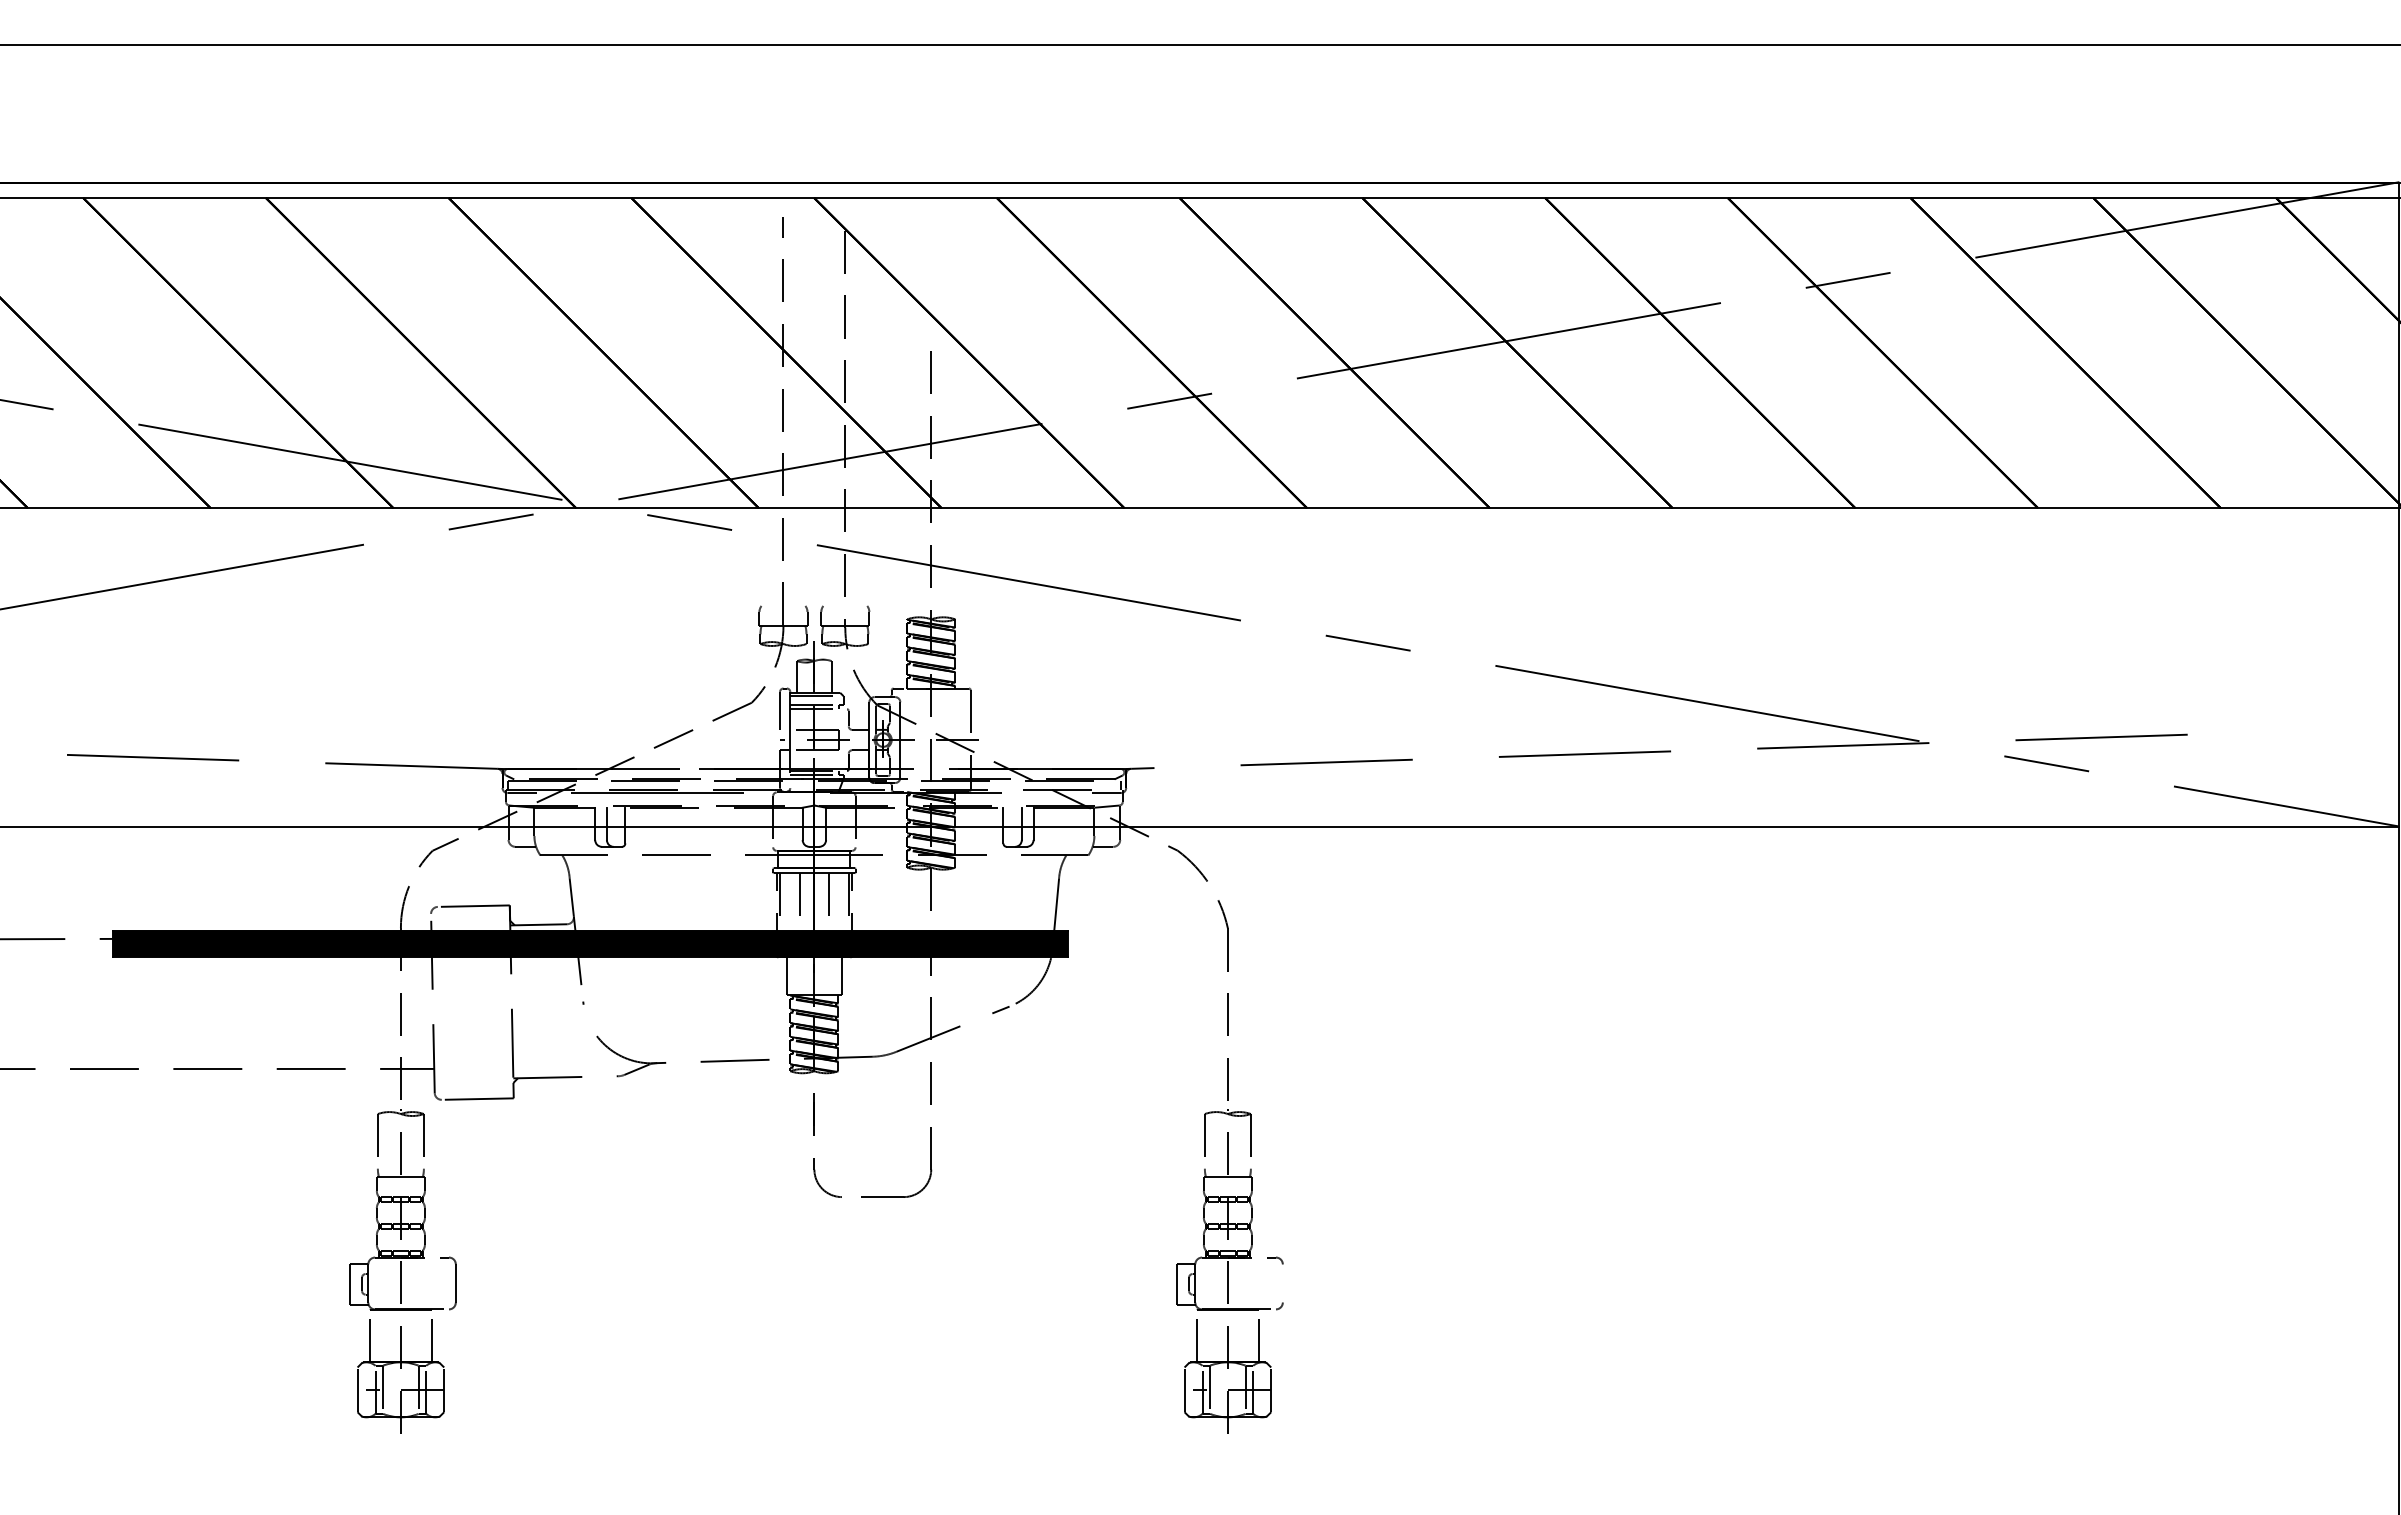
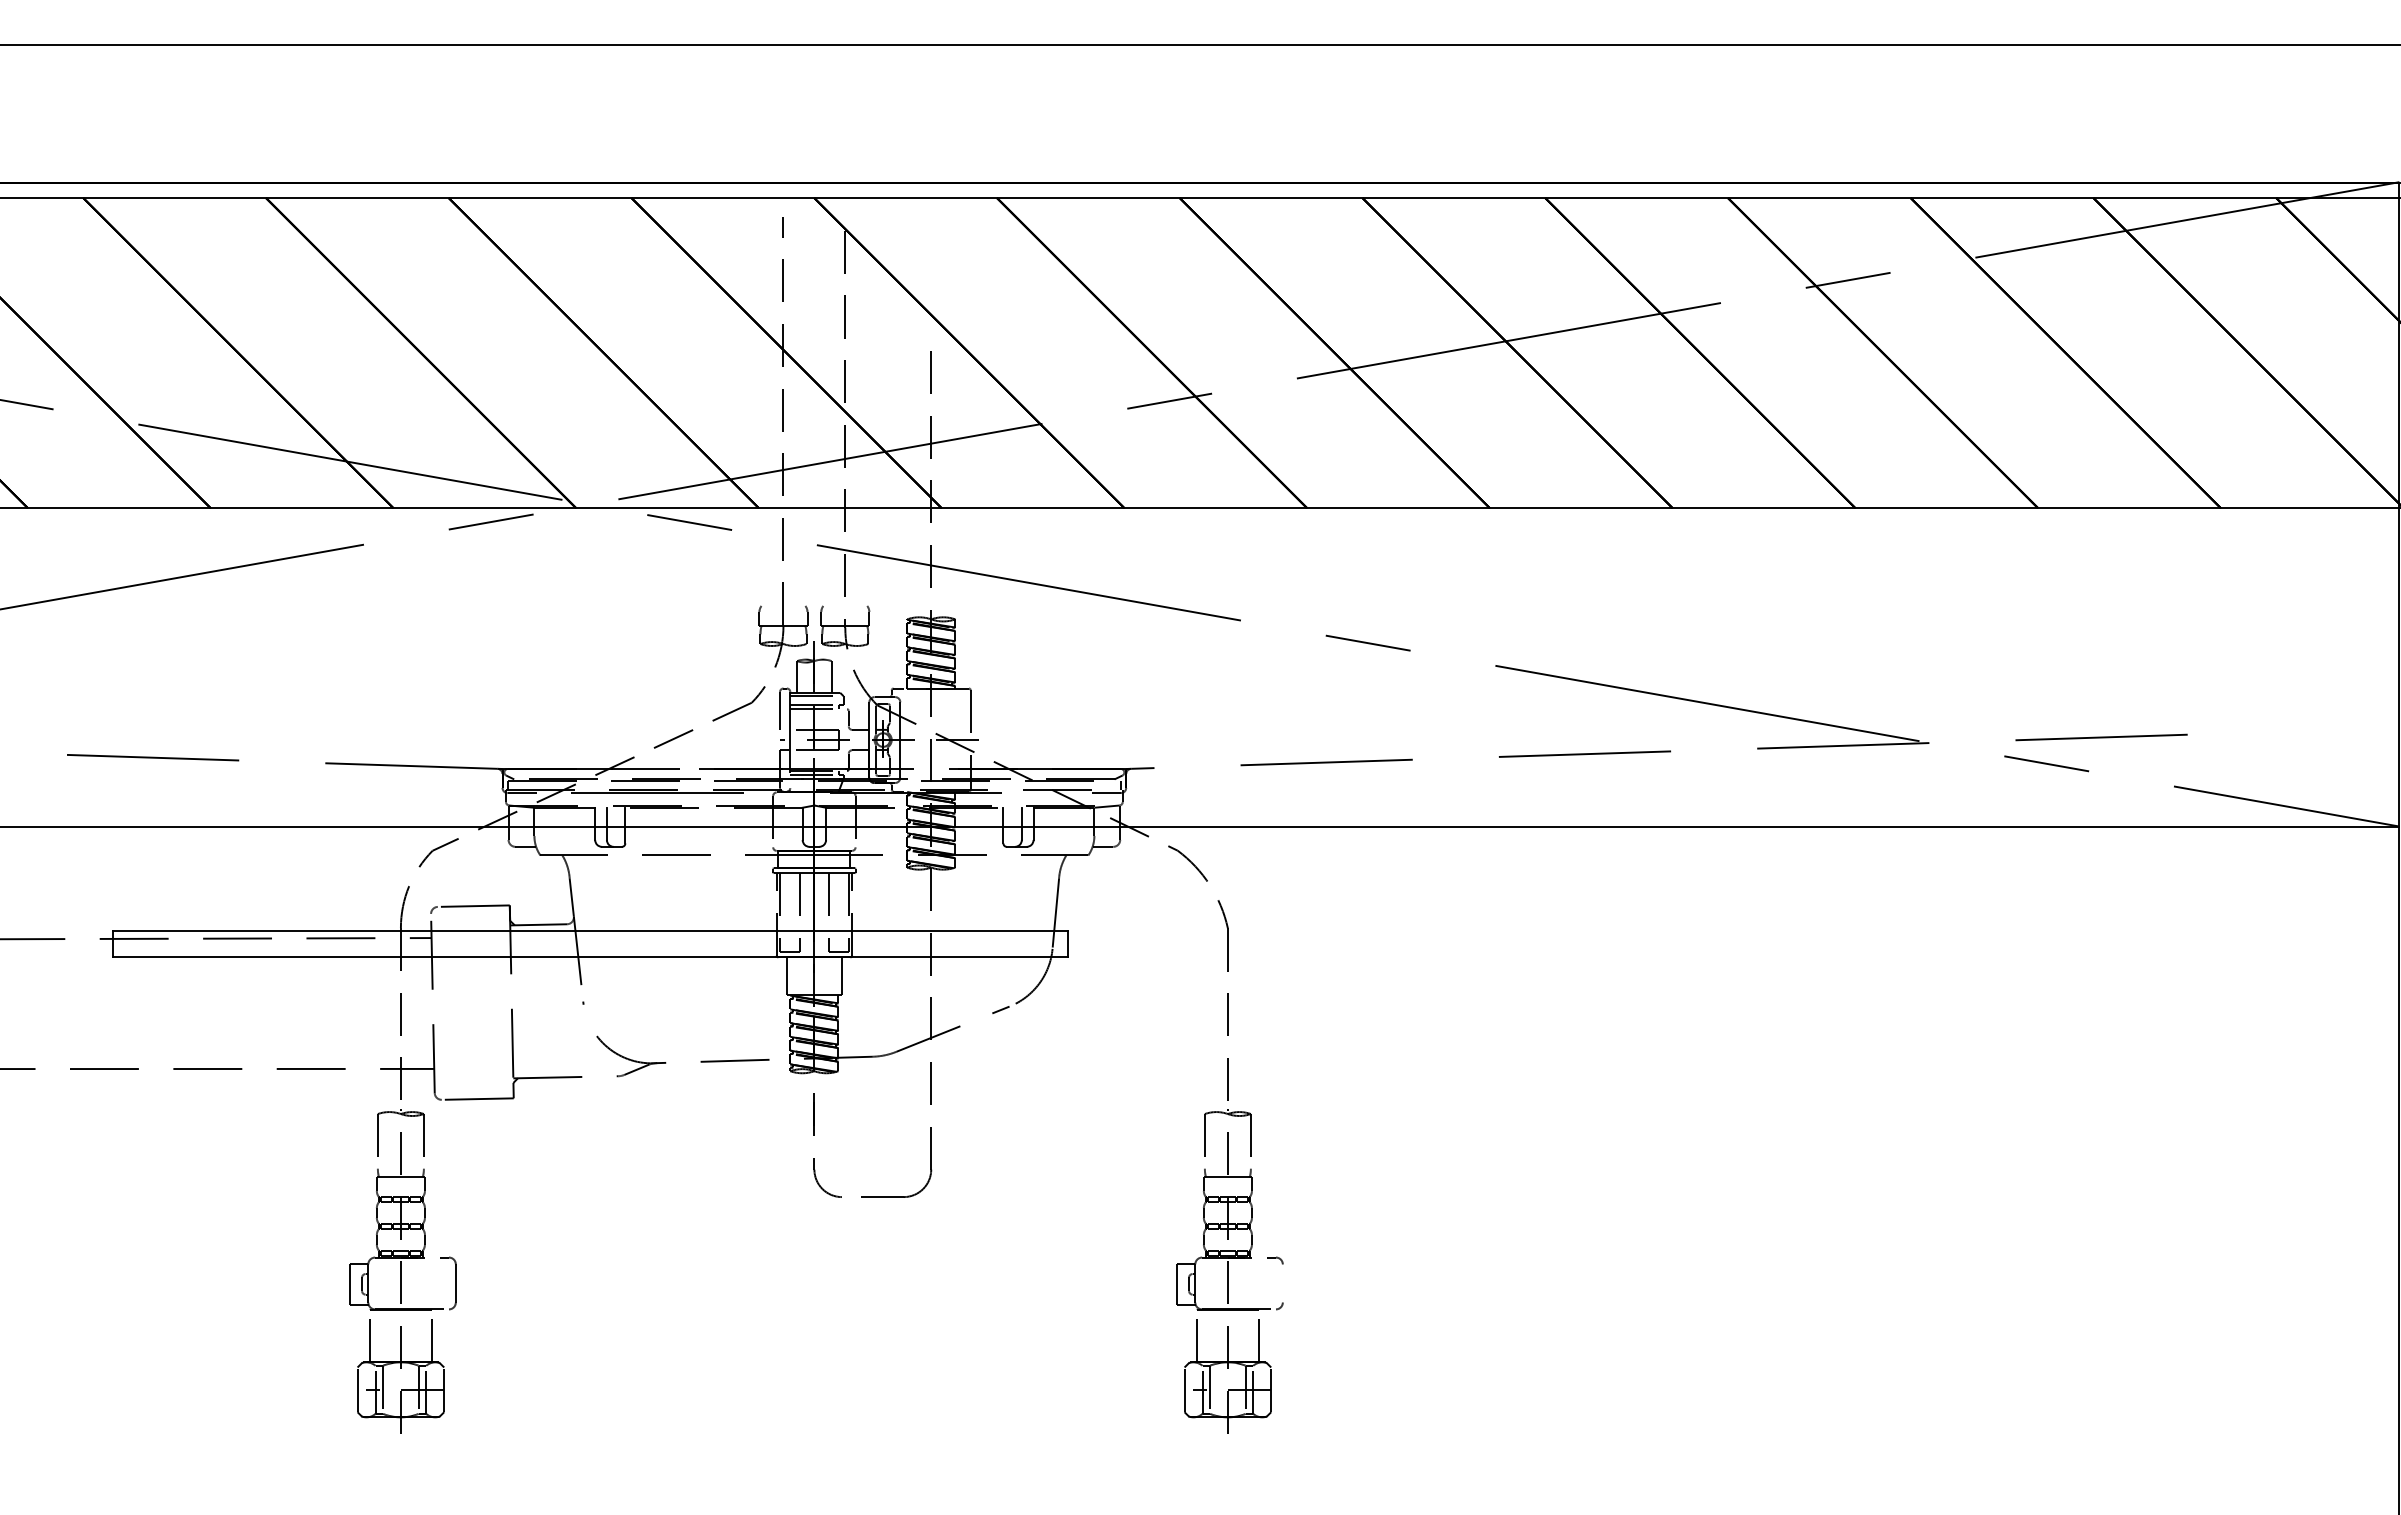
hatch at (590, 943): present -> none
